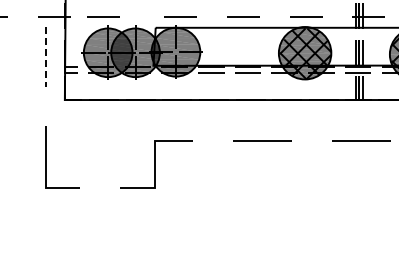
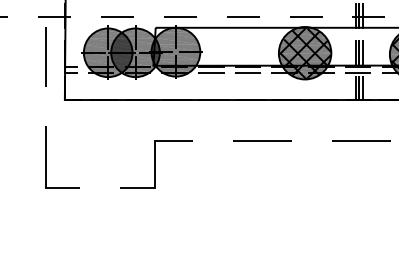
line at (103, 16) position: (103, 16) -> (117, 16)
line at (45, 56): dashed -> solid
